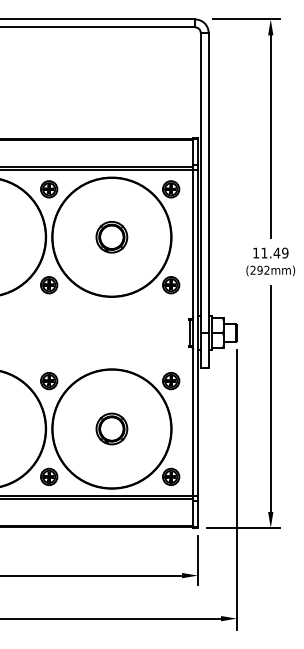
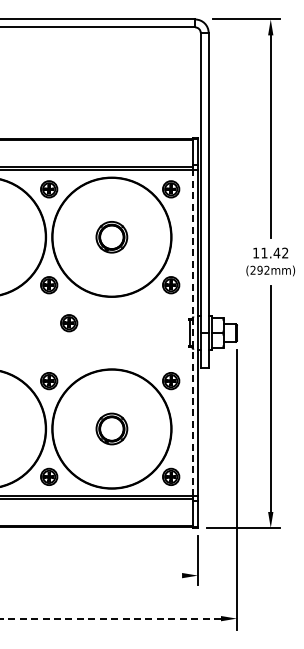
text at (285, 252): 11.49 -> 11.42
part at (69, 323): none -> present
line at (193, 332): solid -> dashed
line at (94, 575): present -> none
line at (110, 618): solid -> dashed
